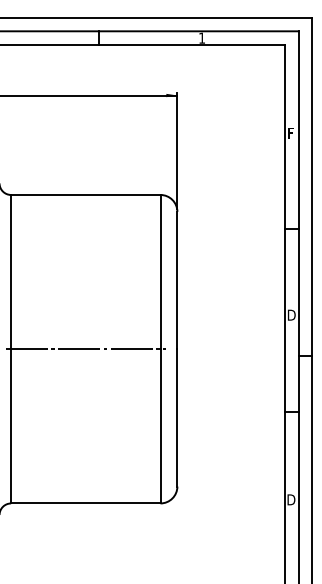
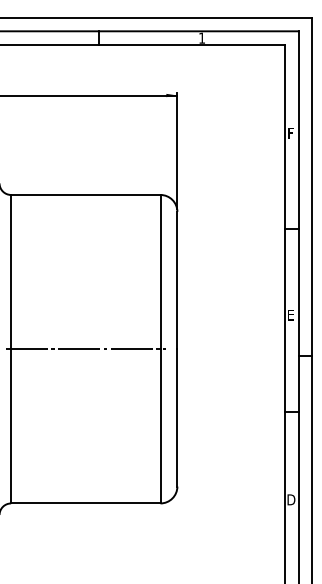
text at (291, 314): D -> E
